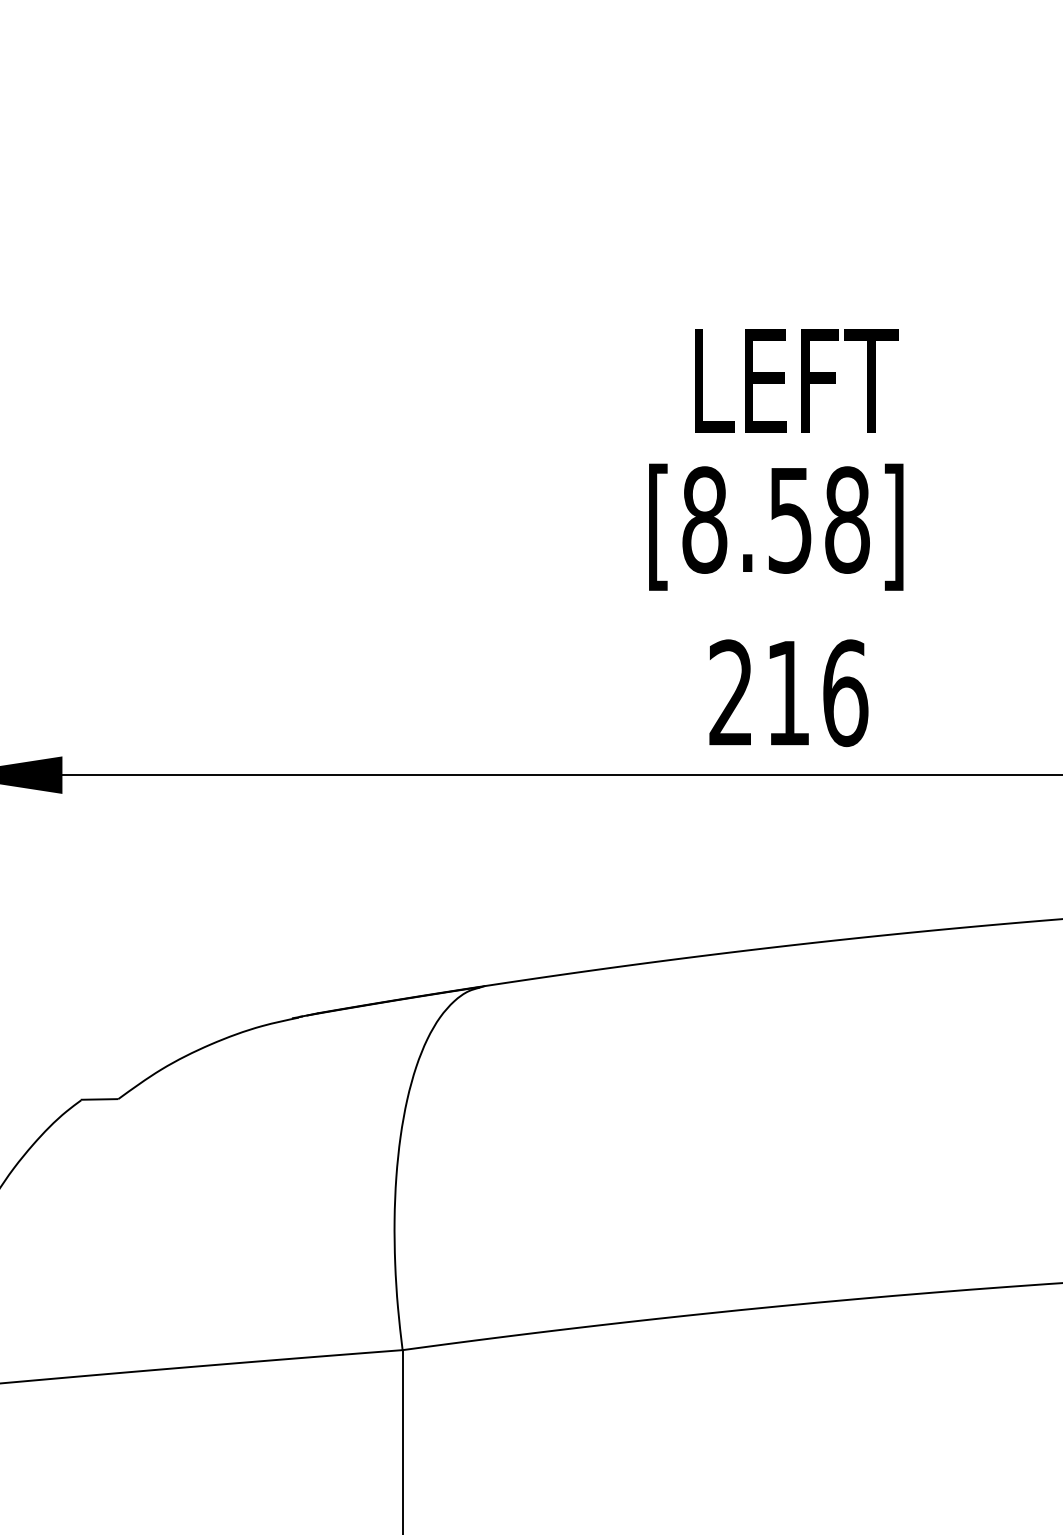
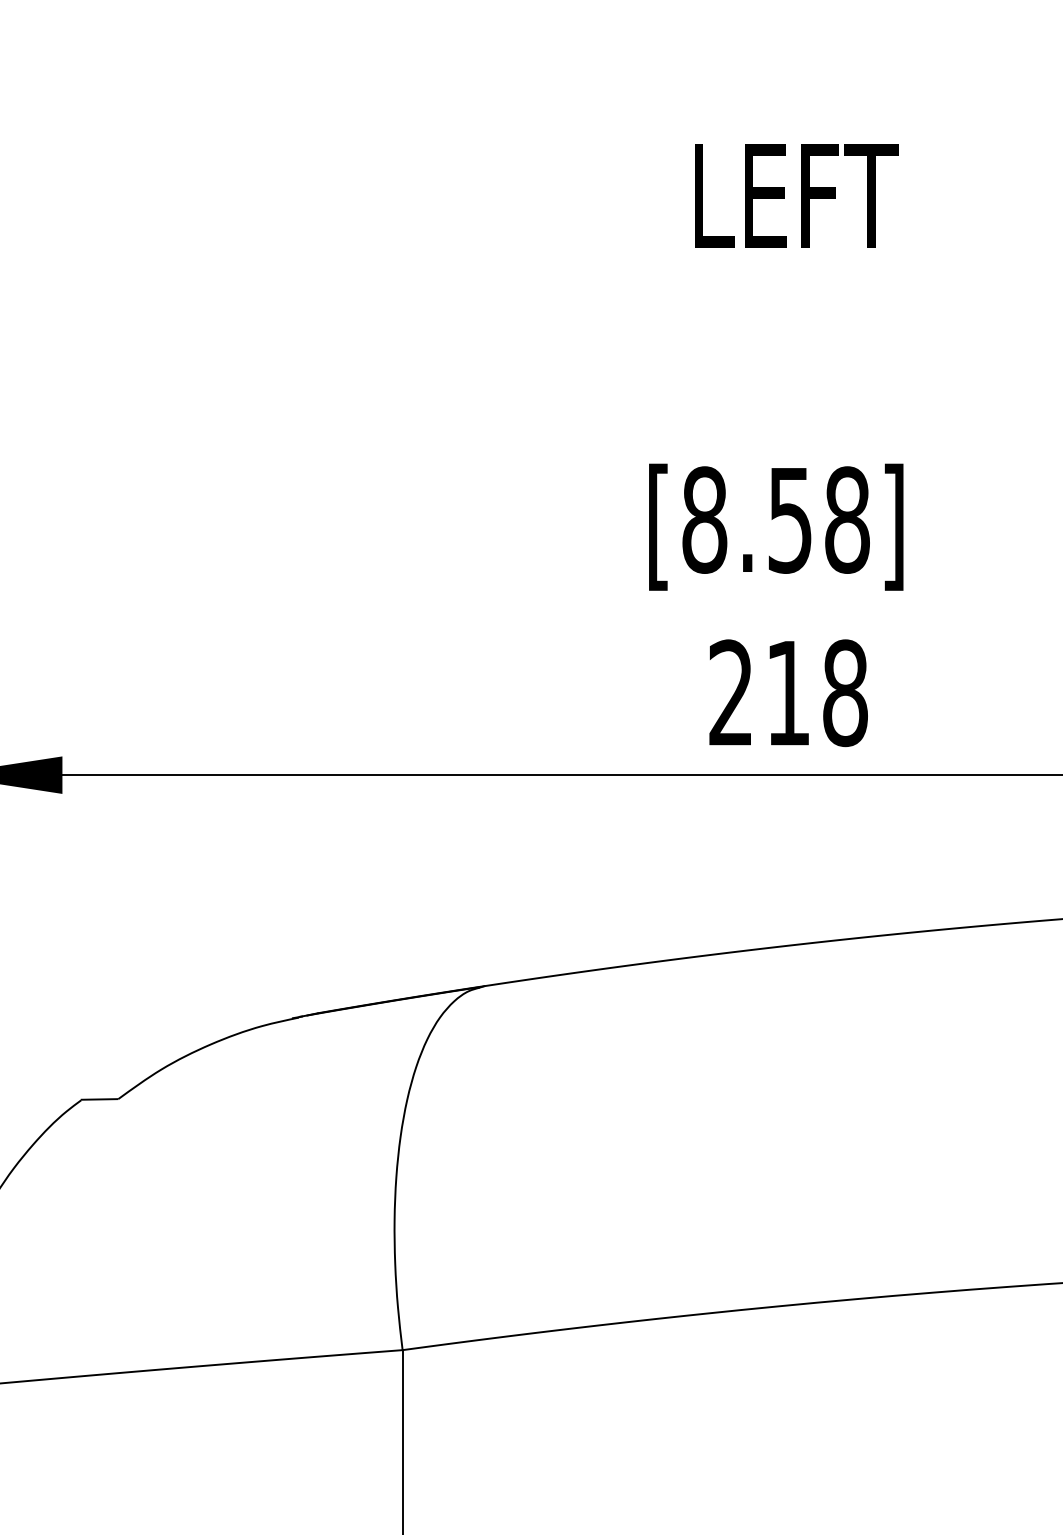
text at (796, 380) position: (796, 380) -> (796, 195)
text at (845, 692): 216 -> 218
